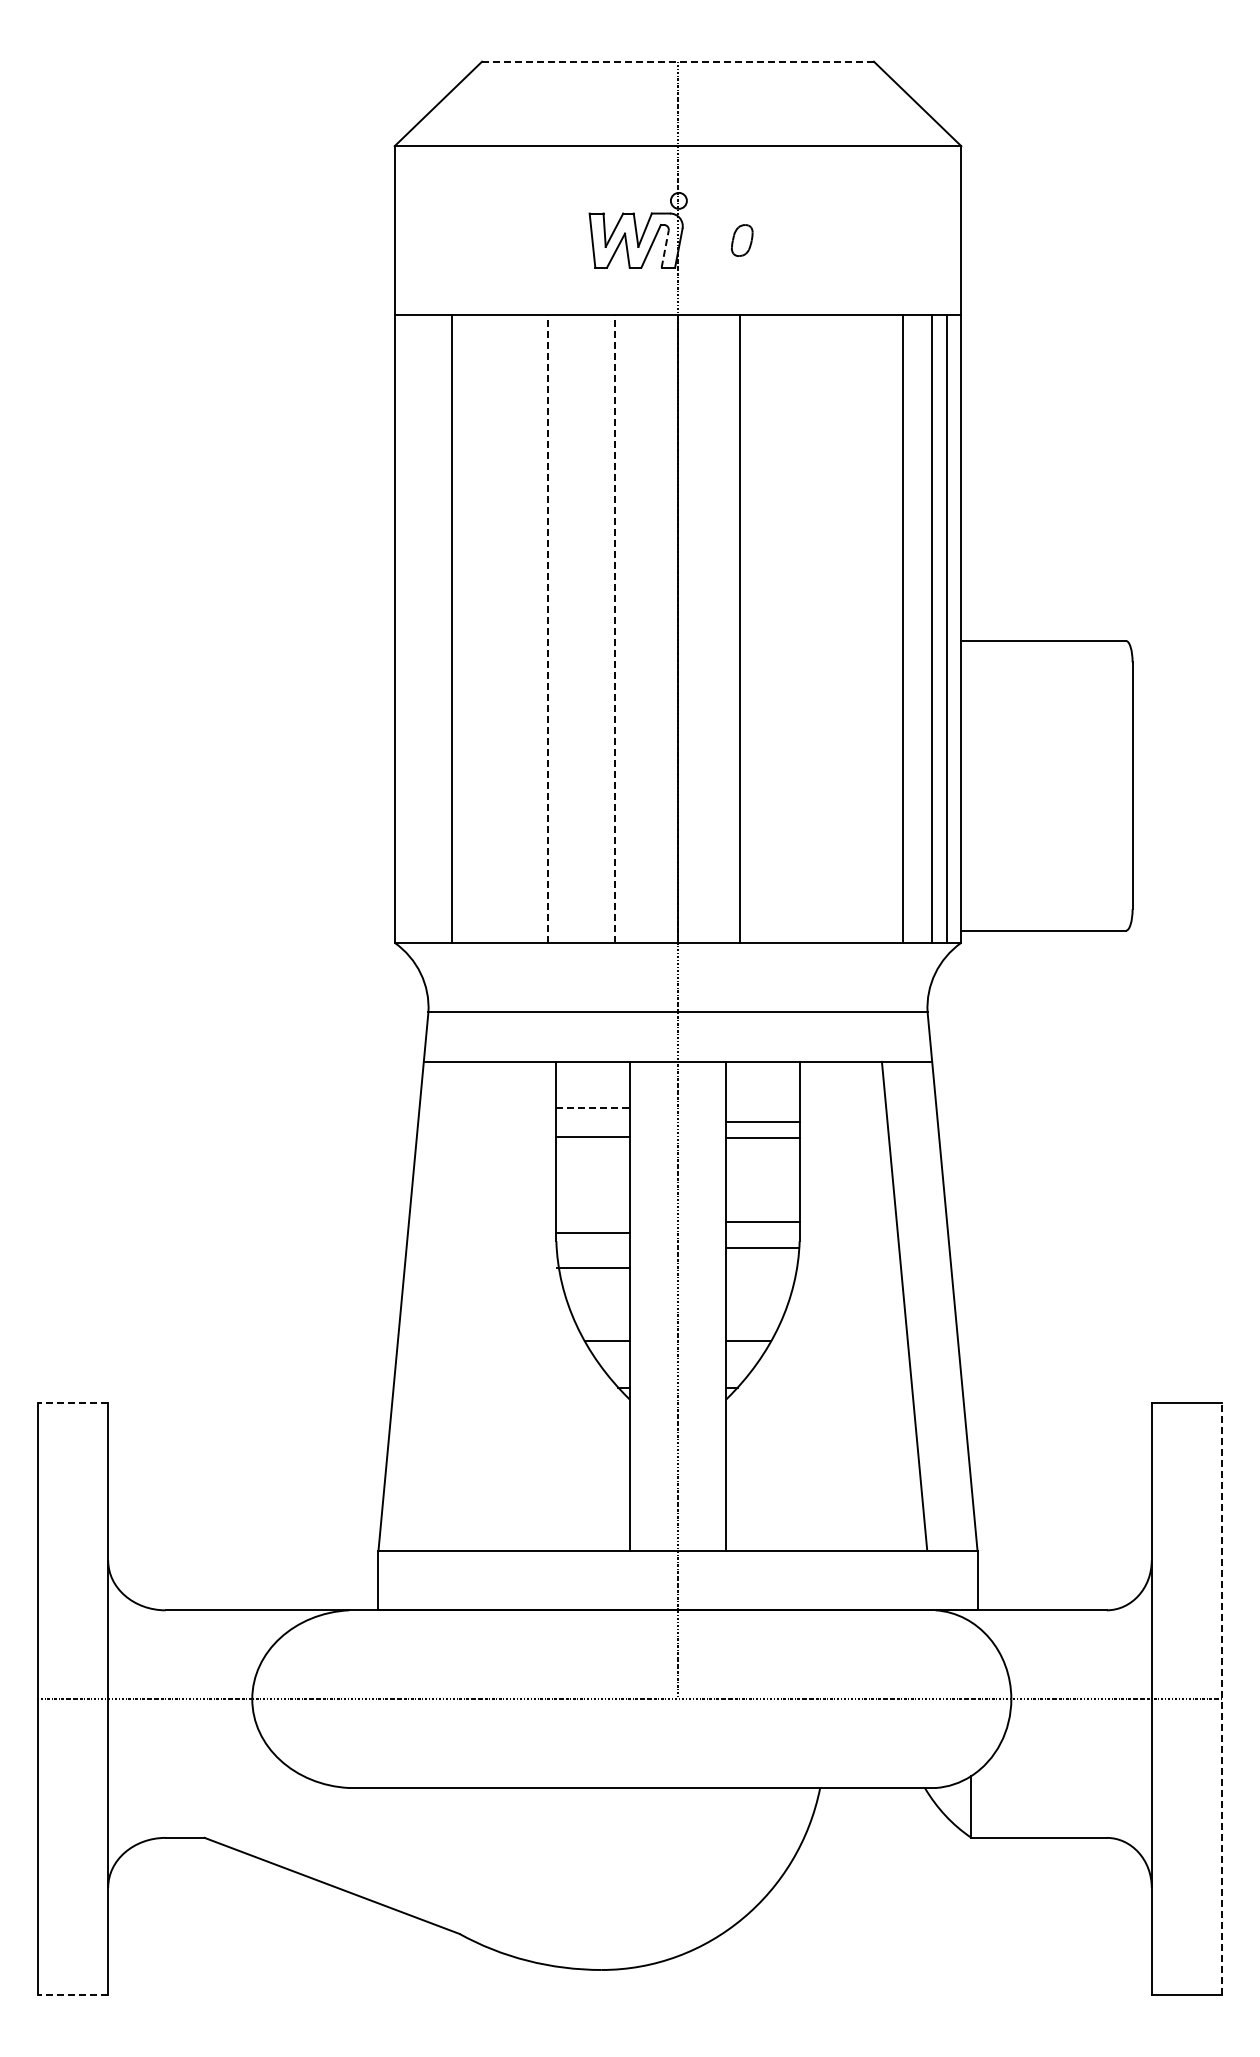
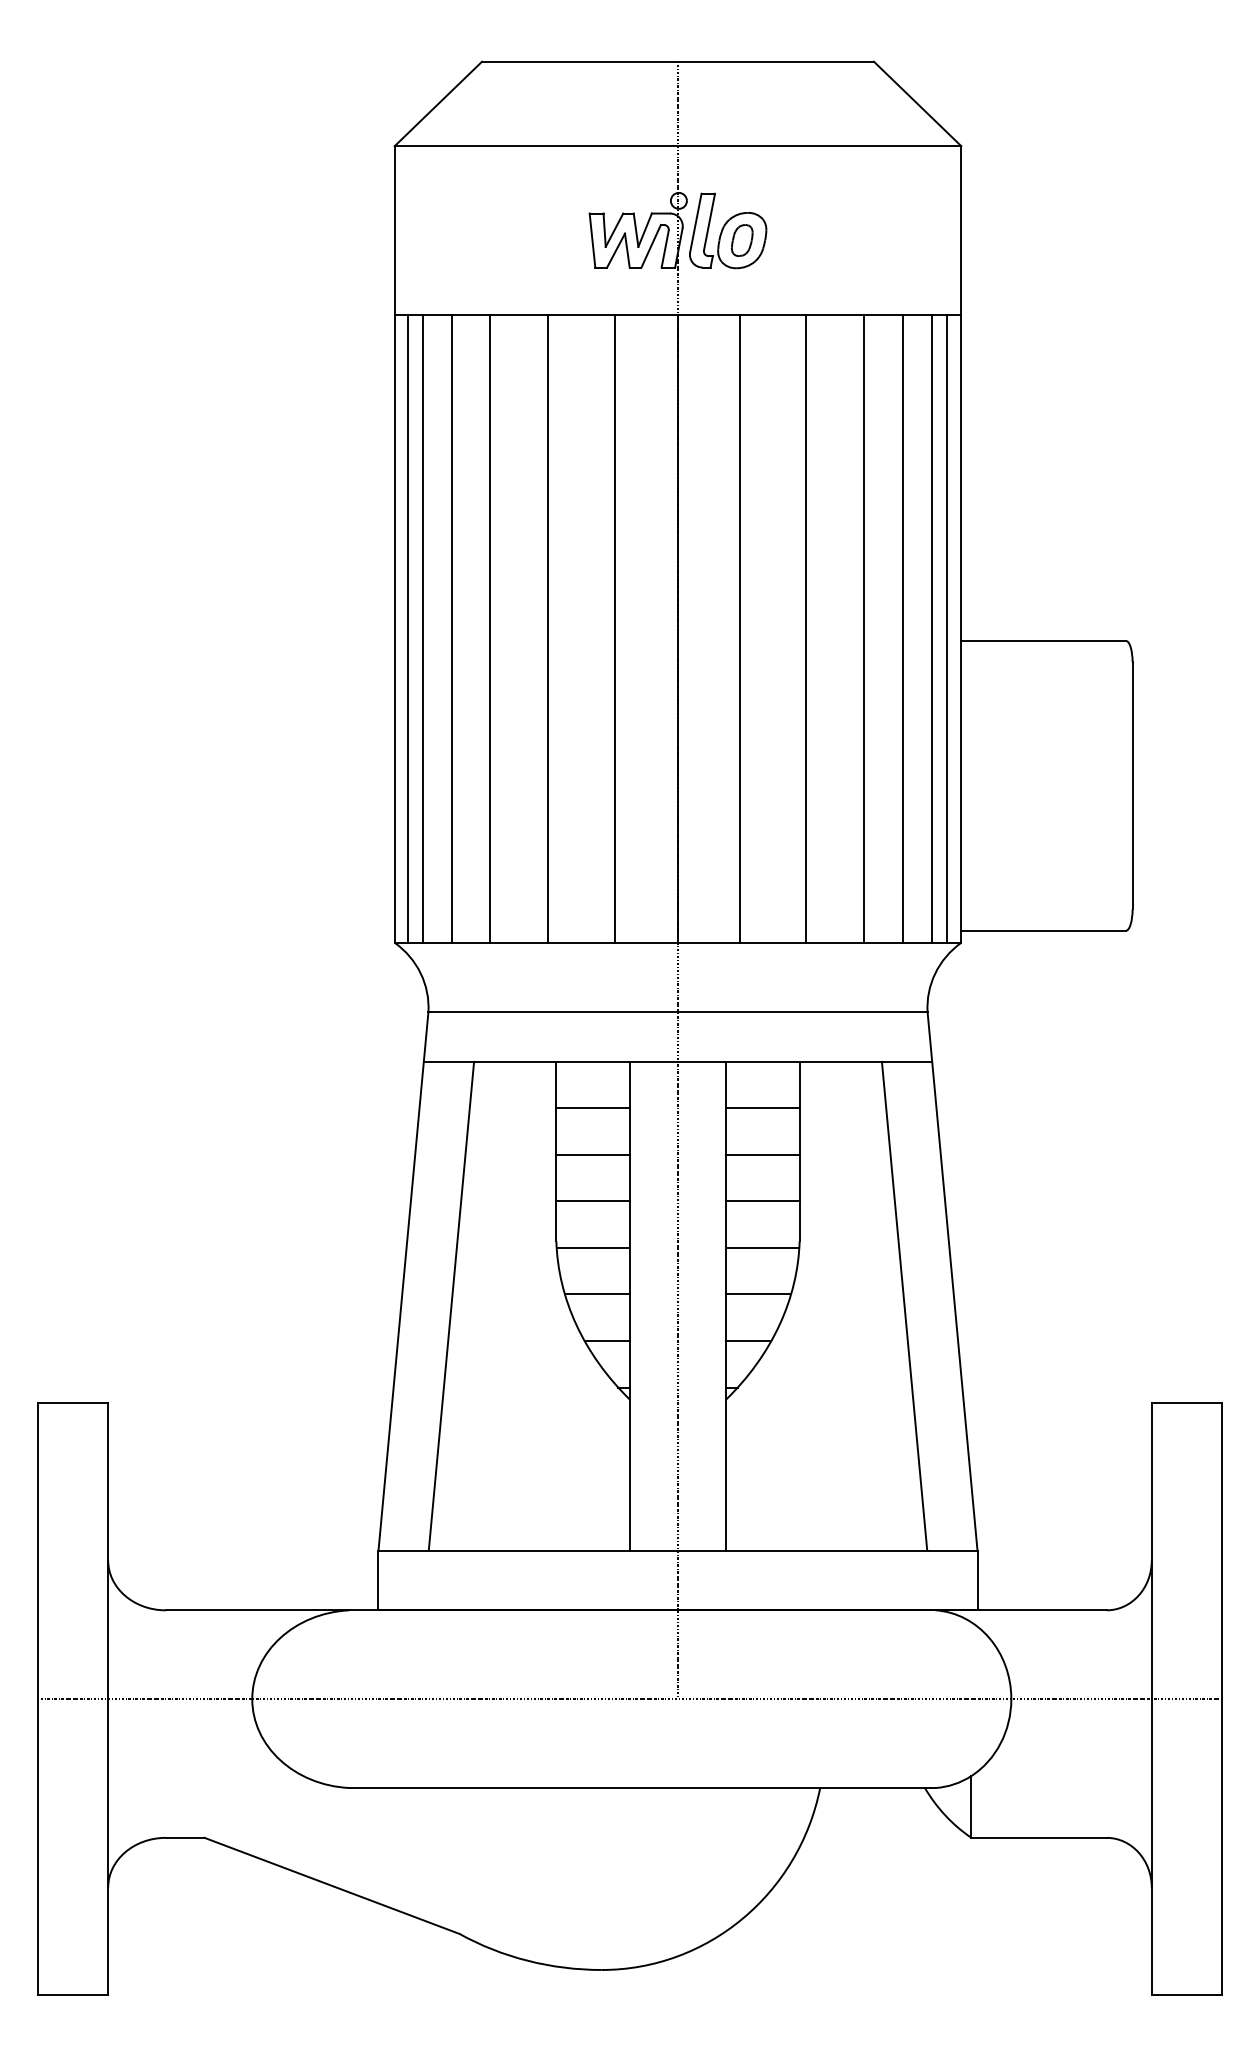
line at (678, 61): dashed -> solid
part at (728, 230): none -> present
line at (665, 249): dashed -> solid
line at (408, 628): none -> present
line at (423, 628): none -> present
line at (490, 628): none -> present
line at (548, 628): dashed -> solid
line at (614, 628): dashed -> solid
line at (806, 628): none -> present
line at (864, 628): none -> present
line at (593, 1108): dashed -> solid
line at (762, 1122) position: (762, 1122) -> (762, 1108)
line at (592, 1136) position: (592, 1136) -> (592, 1154)
line at (762, 1137) position: (762, 1137) -> (762, 1154)
line at (762, 1222) position: (762, 1222) -> (762, 1201)
line at (592, 1233) position: (592, 1233) -> (592, 1201)
line at (592, 1267) position: (592, 1267) -> (592, 1247)
line at (596, 1294): none -> present
line at (758, 1294): none -> present
line at (451, 1305): none -> present
line at (72, 1403): dashed -> solid
line at (1222, 1698): dashed -> solid
line at (72, 1995): dashed -> solid
